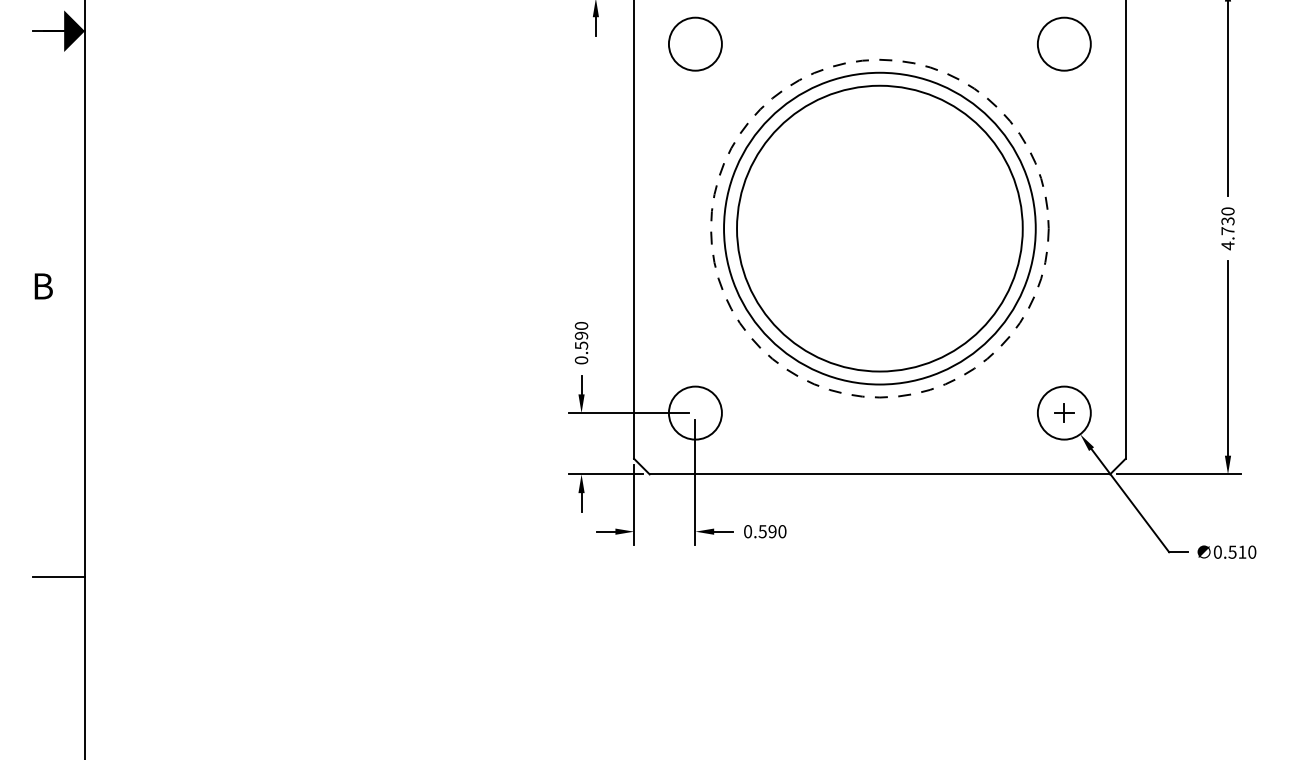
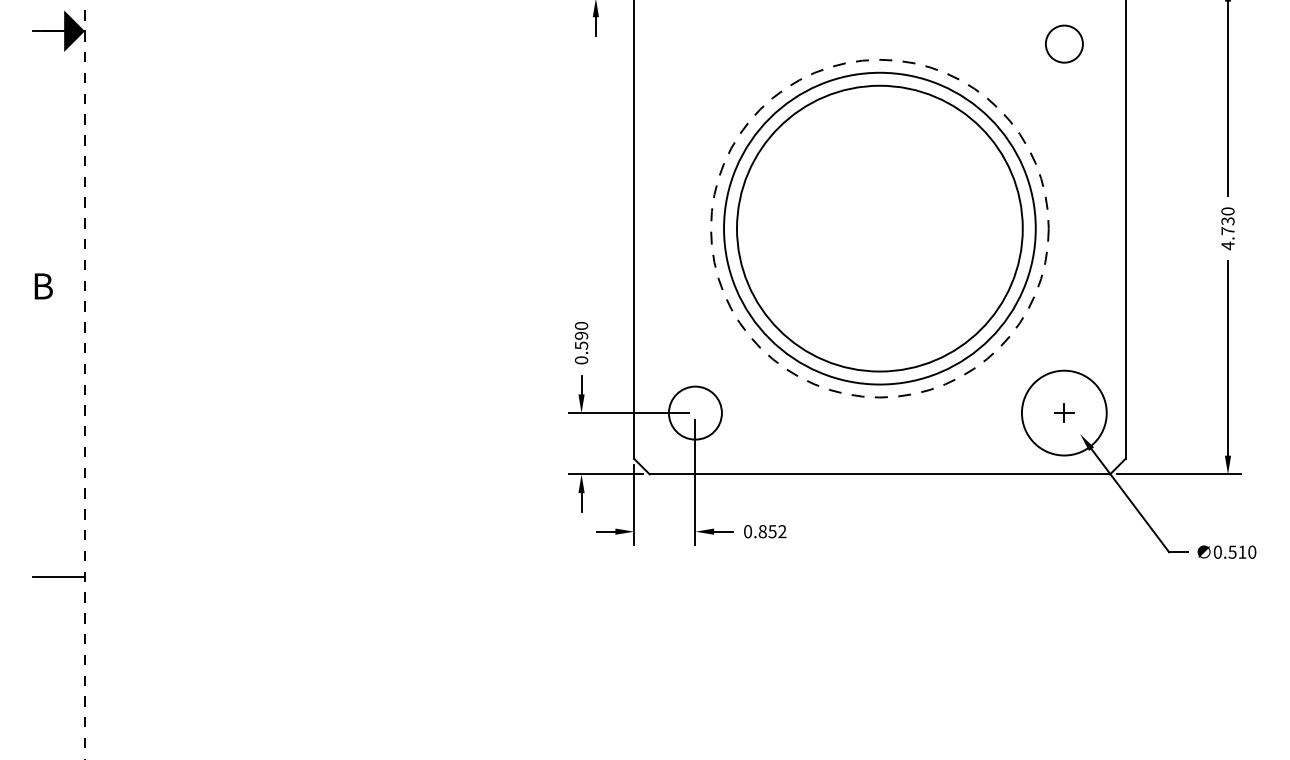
circle at (695, 43): present -> none
circle at (1064, 43) size: 55x56 px -> 39x40 px
line at (84, 380): solid -> dashed
circle at (1063, 412) diameter: 53 px -> 85 px
text at (772, 531): 0.590 -> 0.852
